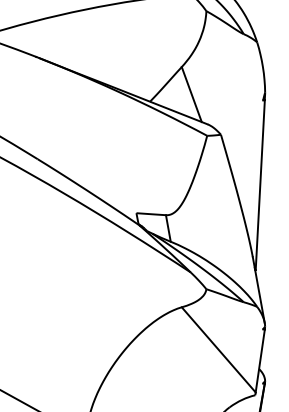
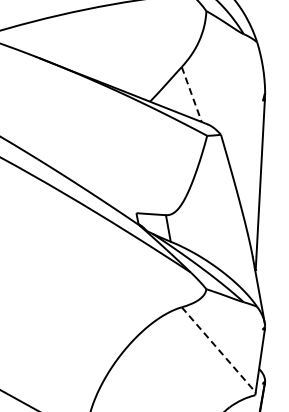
line at (191, 95): solid -> dashed
line at (219, 350): solid -> dashed
